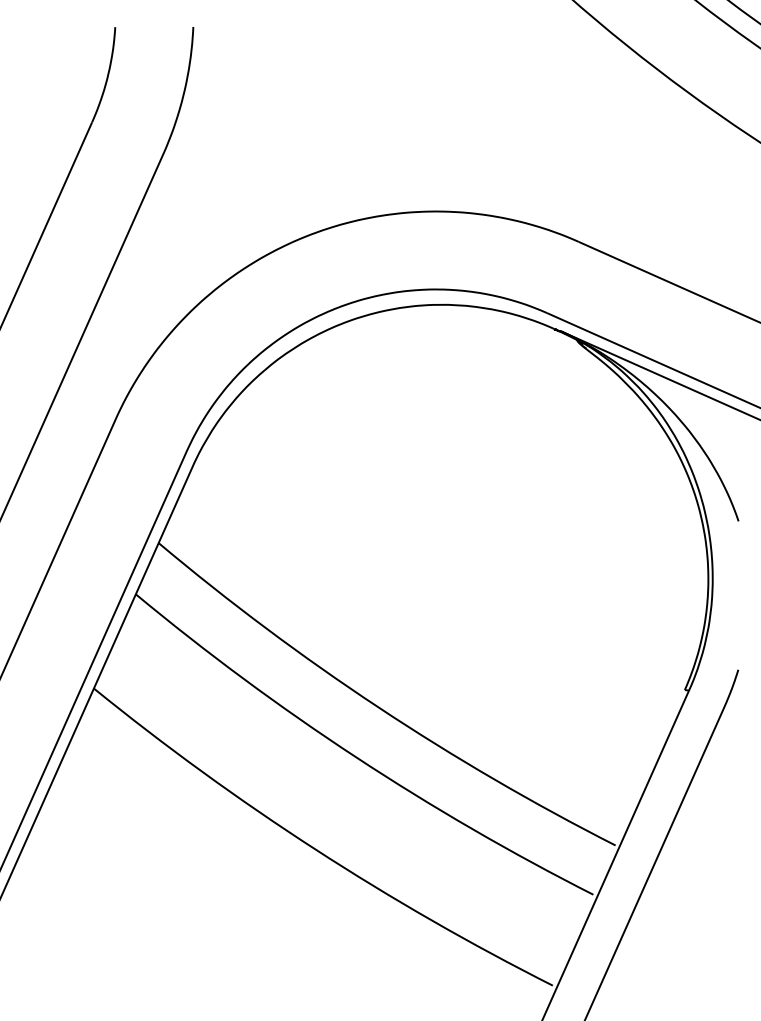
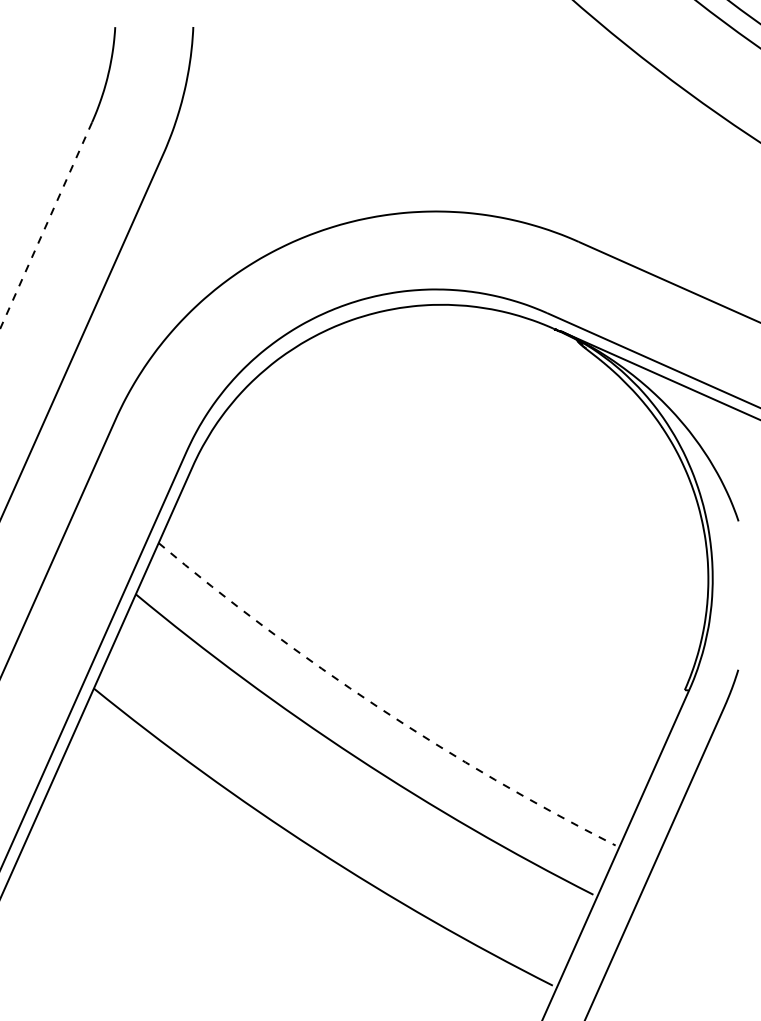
line at (46, 225): solid -> dashed
arc at (378, 707): solid -> dashed
